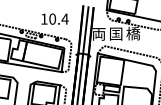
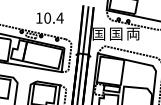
text at (54, 18) position: (54, 18) -> (49, 17)
text at (98, 33): 両 -> 国
text at (133, 33): 橋 -> 両
